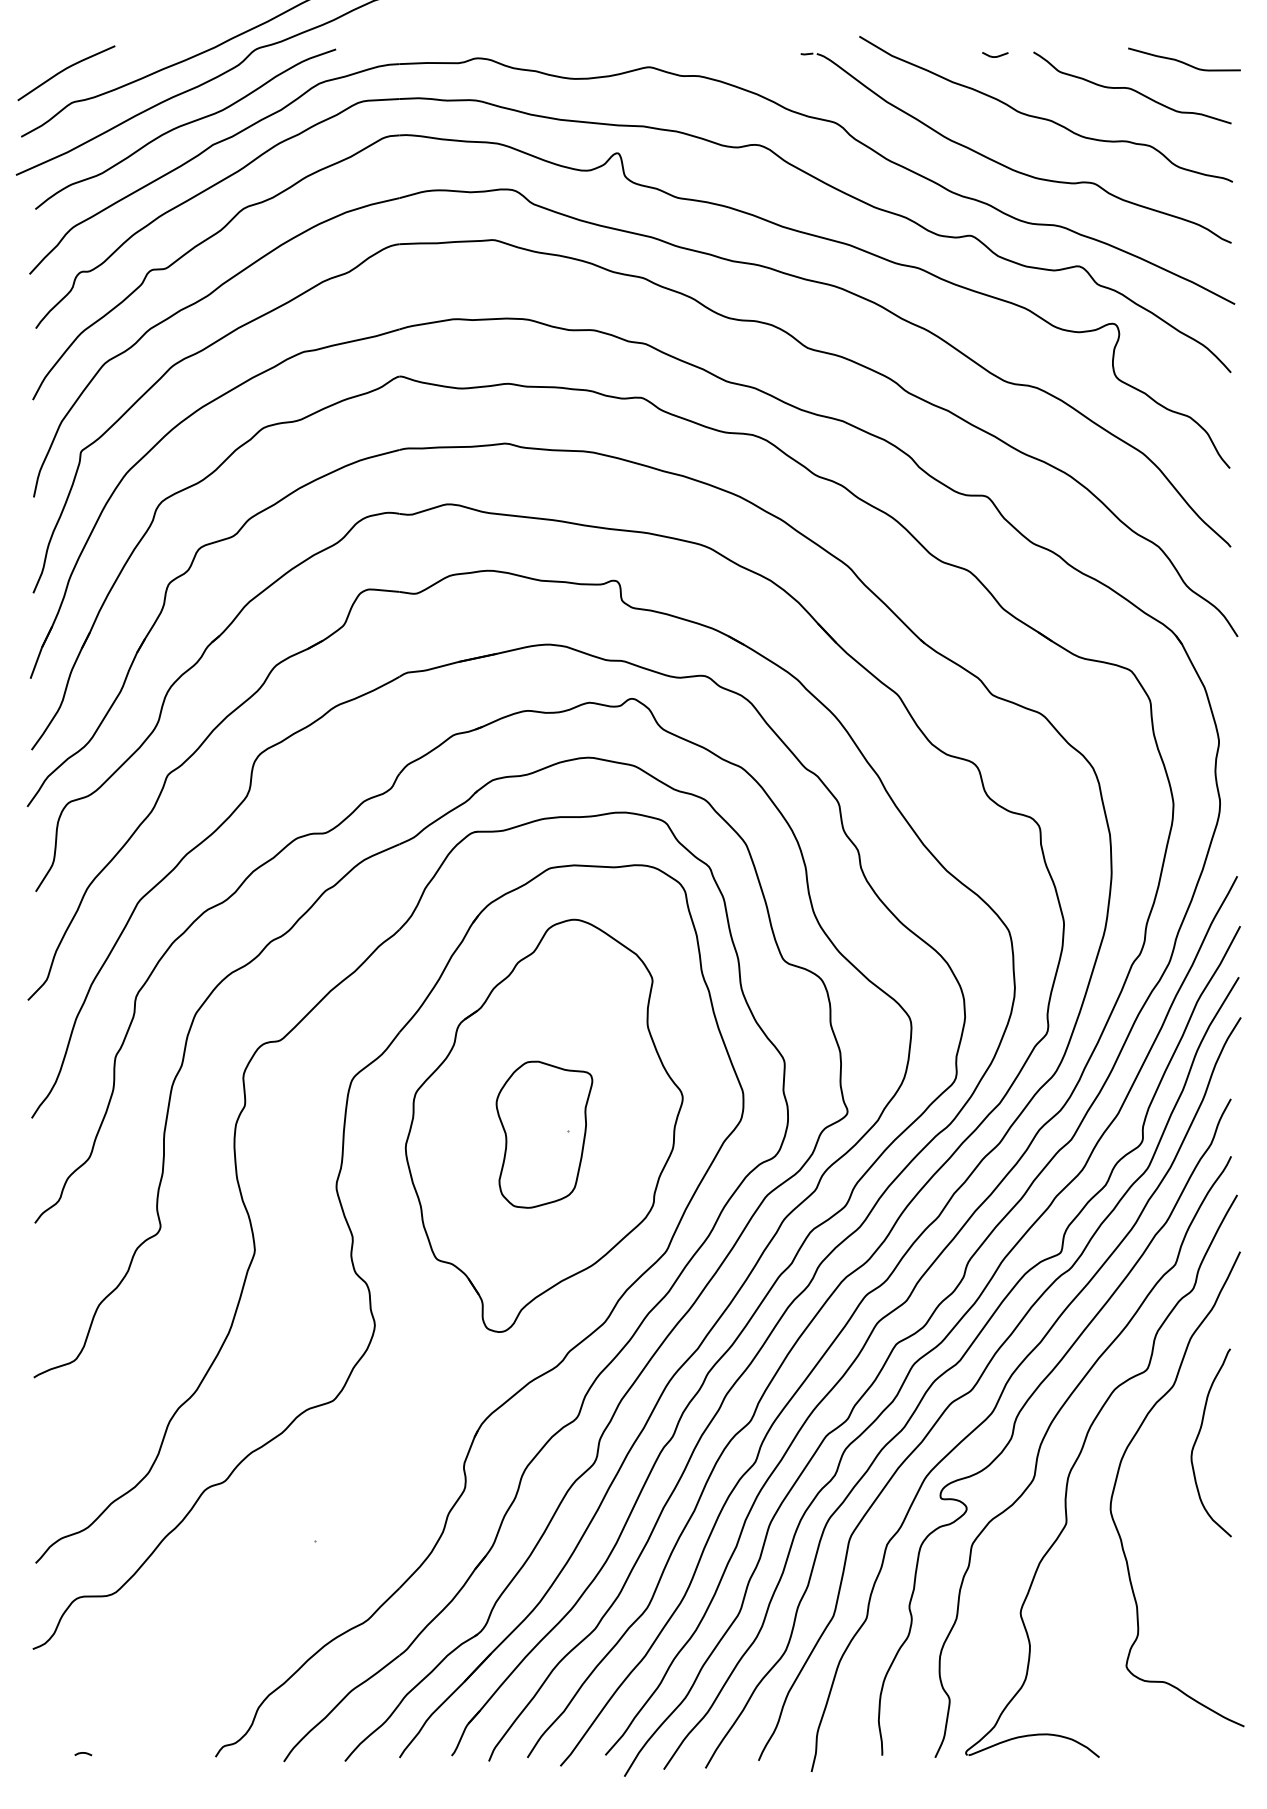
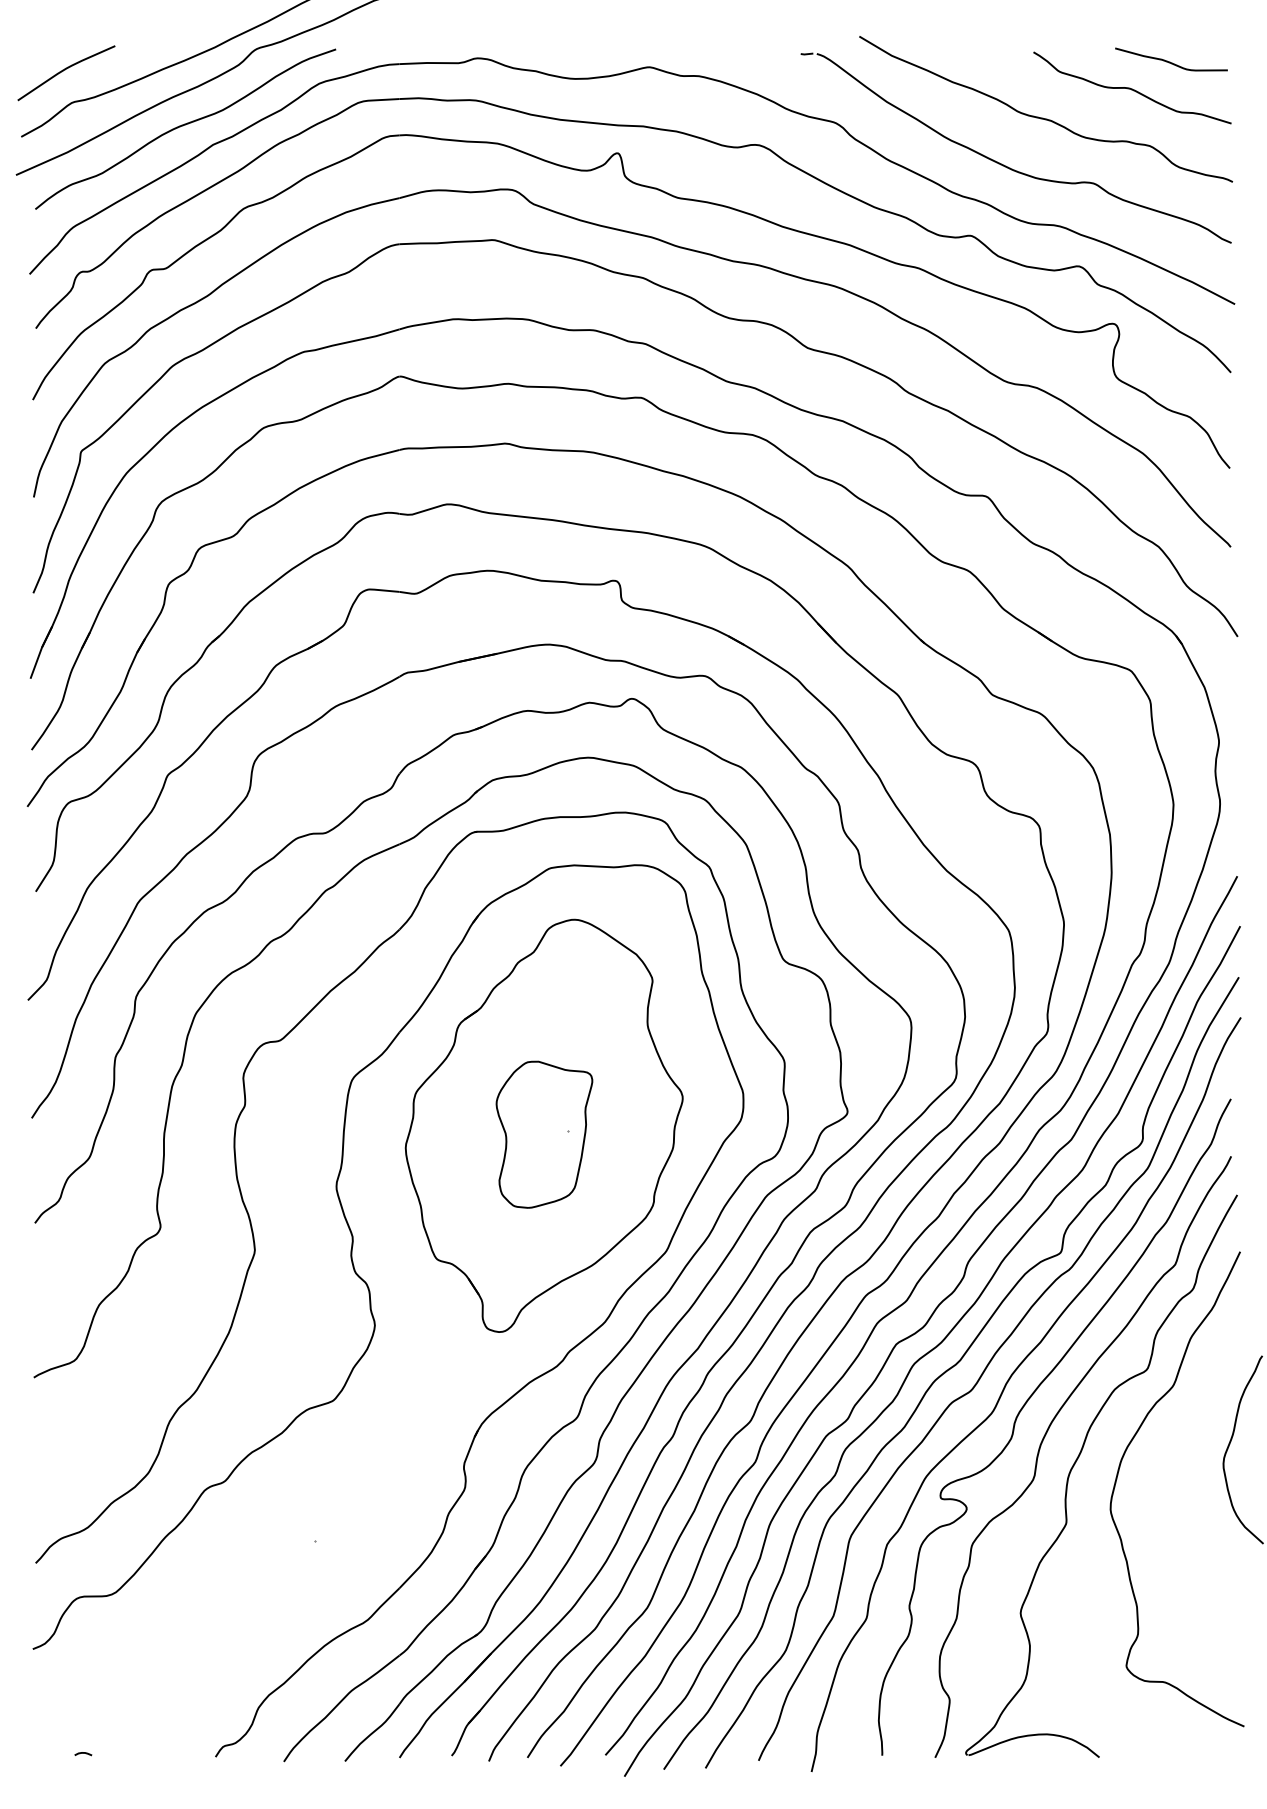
curve at (995, 56): present -> none
curve at (1183, 61) position: (1183, 61) -> (1170, 61)
curve at (1198, 1437) position: (1198, 1437) -> (1230, 1444)
